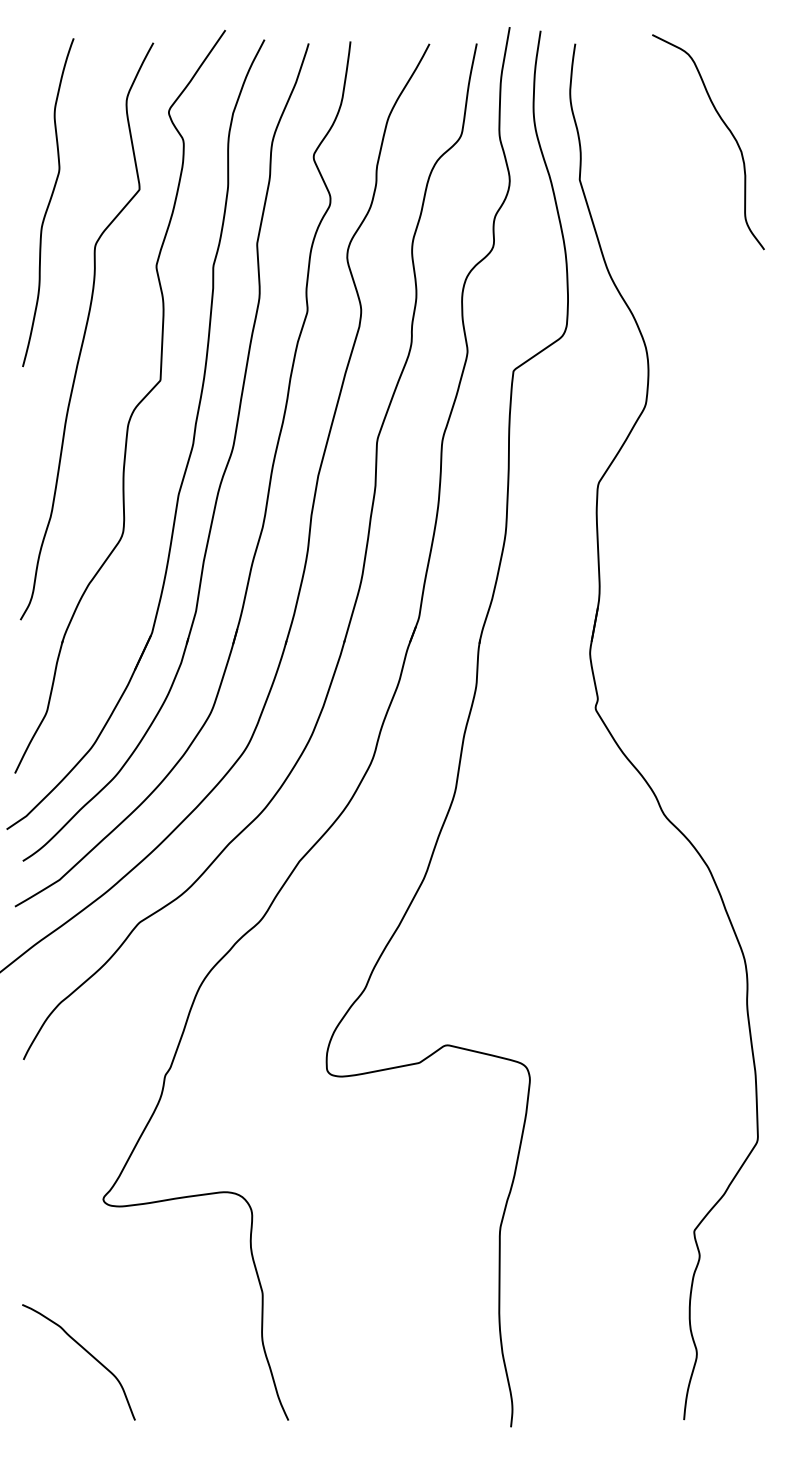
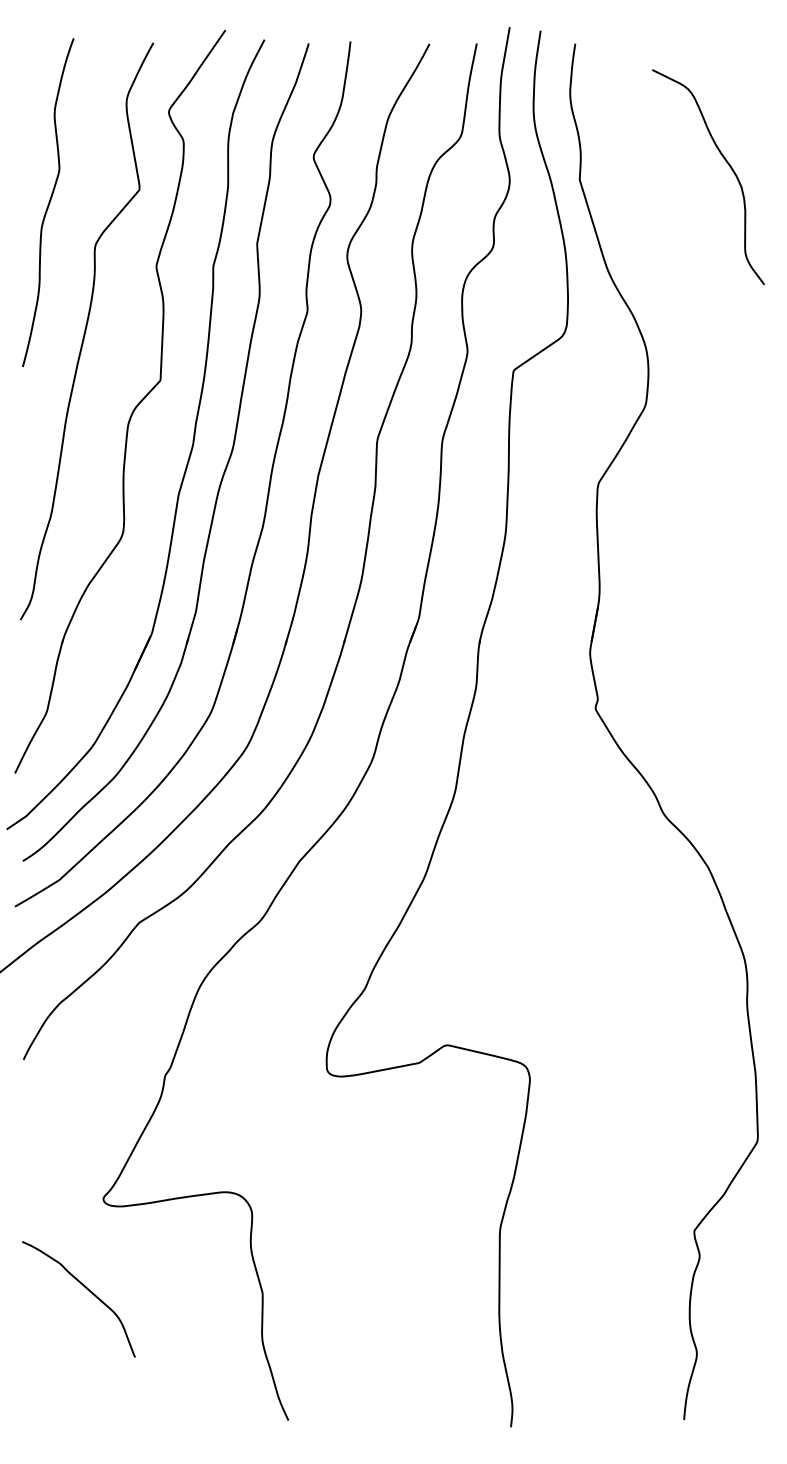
curve at (727, 129) position: (727, 129) -> (727, 164)
curve at (87, 1353) position: (87, 1353) -> (87, 1290)
